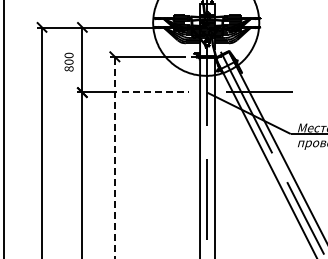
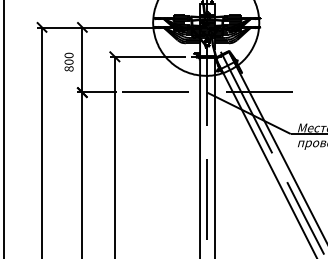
line at (155, 92): dashed -> solid
line at (114, 157): dashed -> solid
